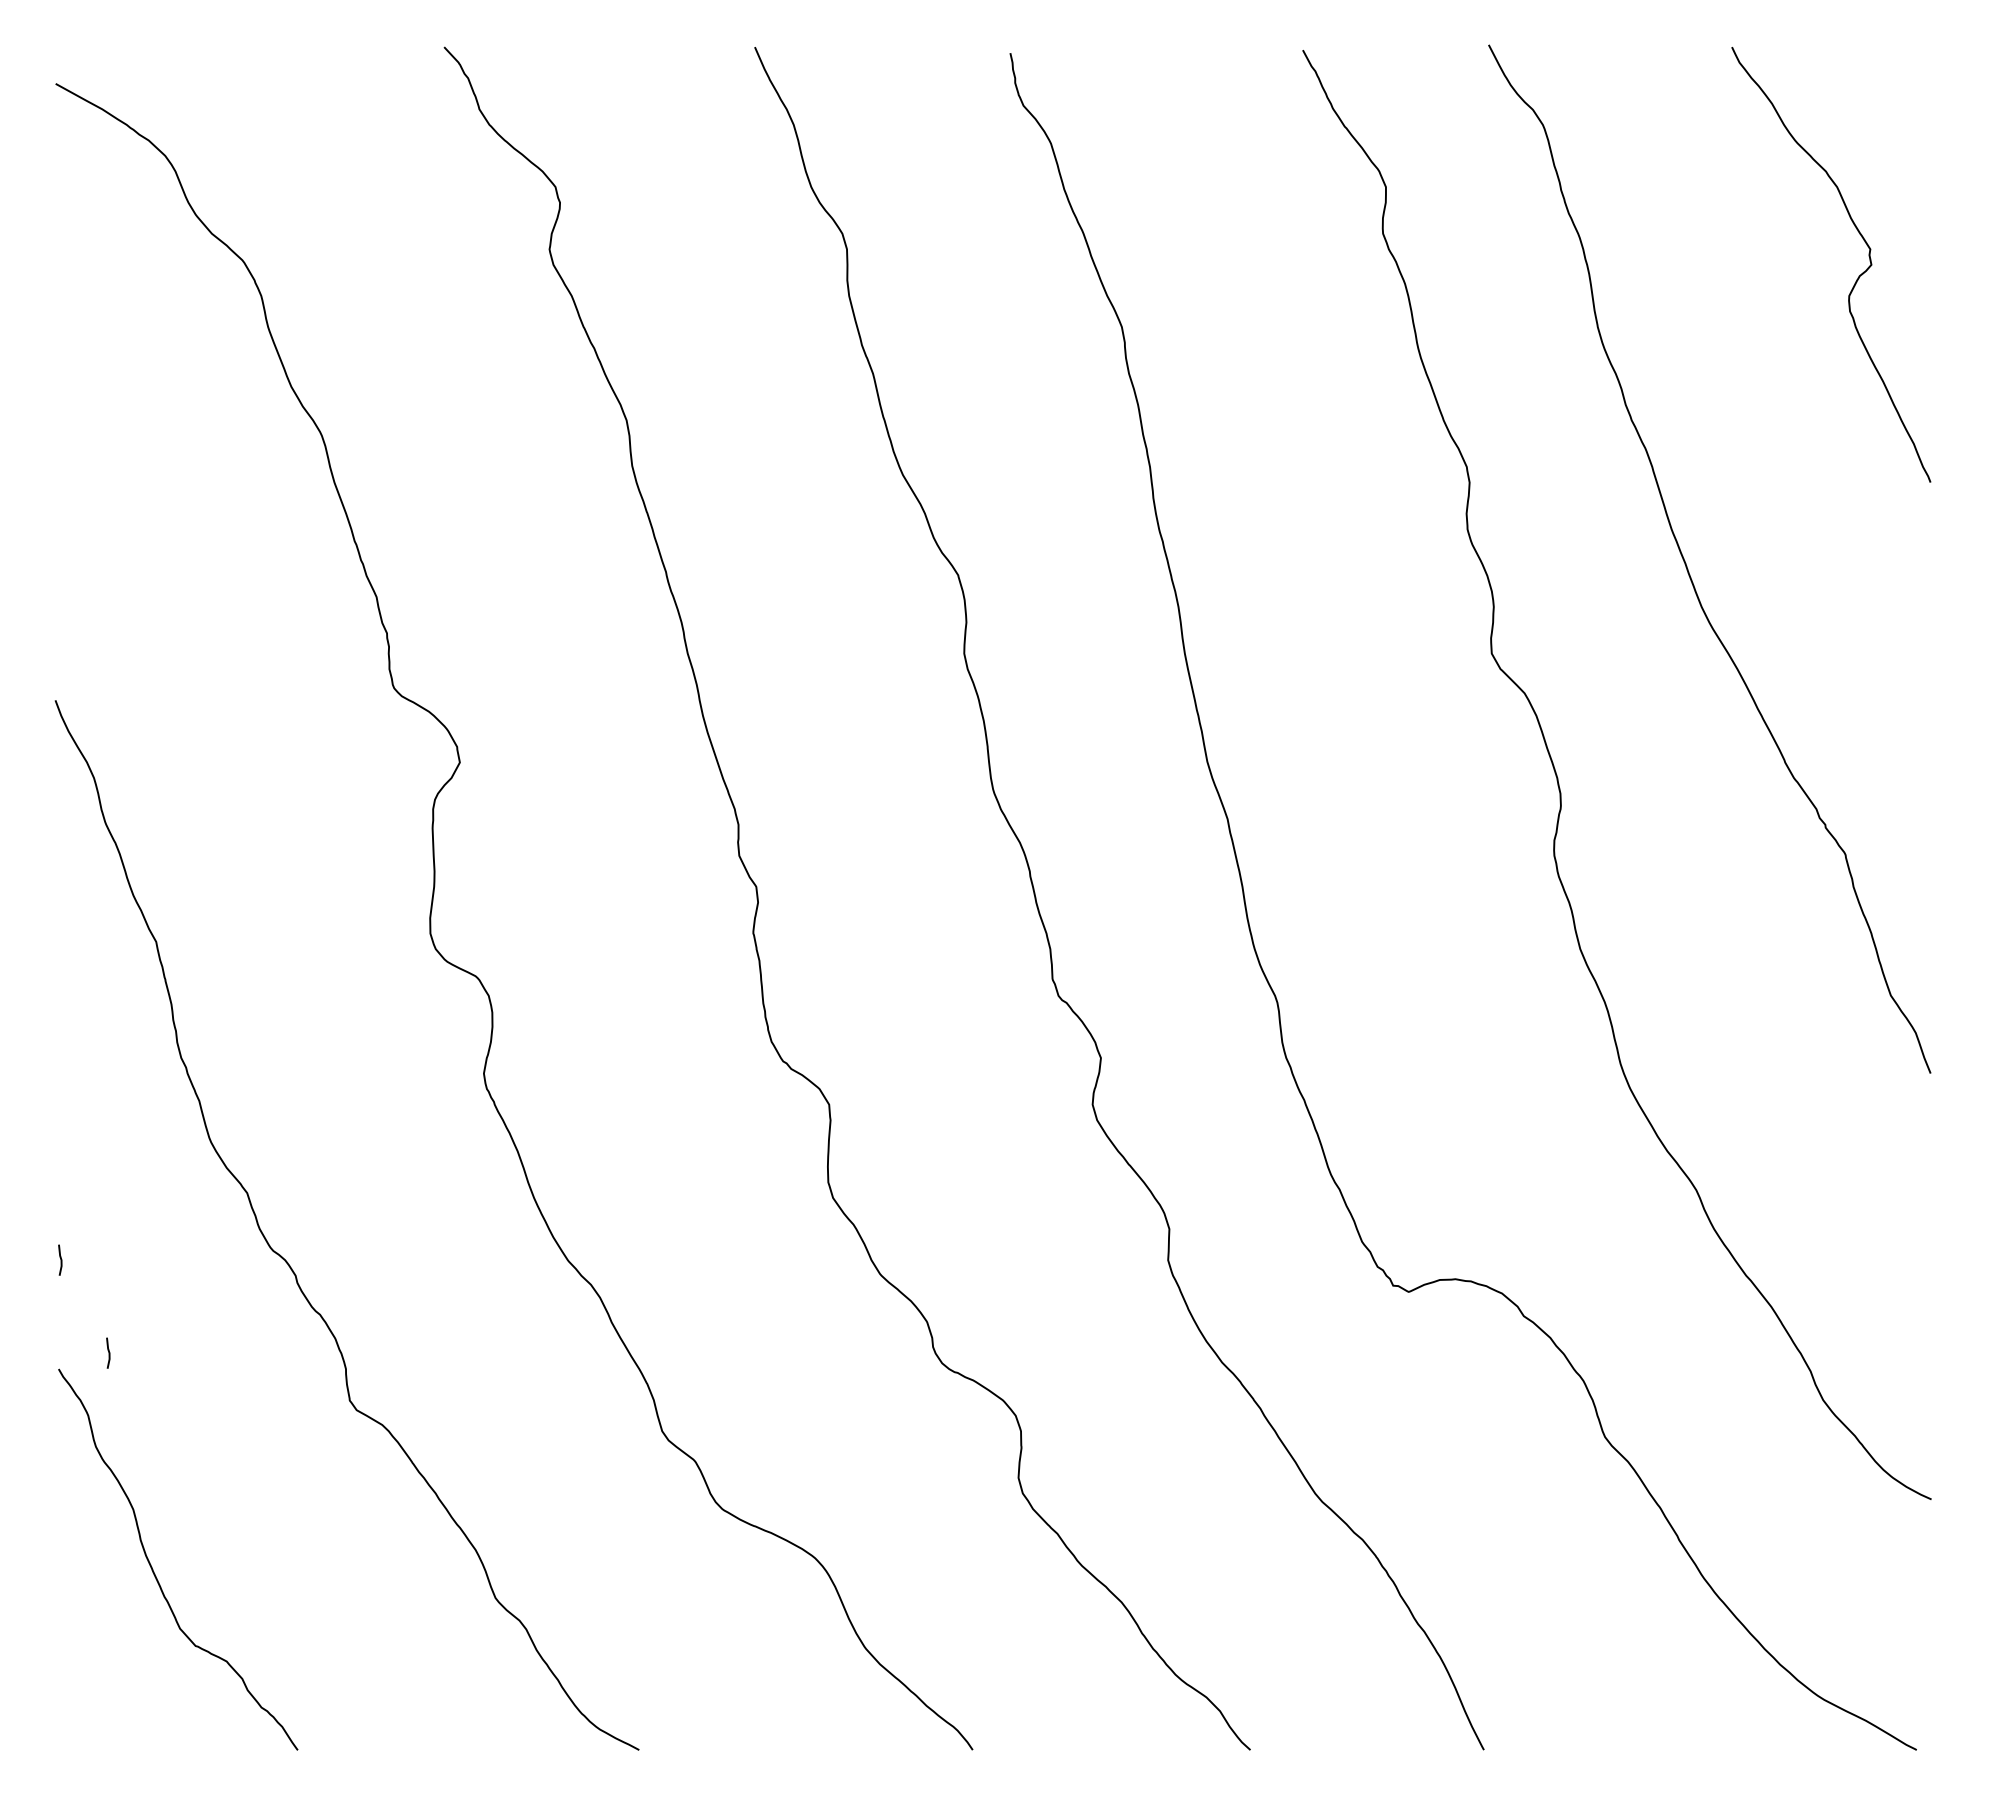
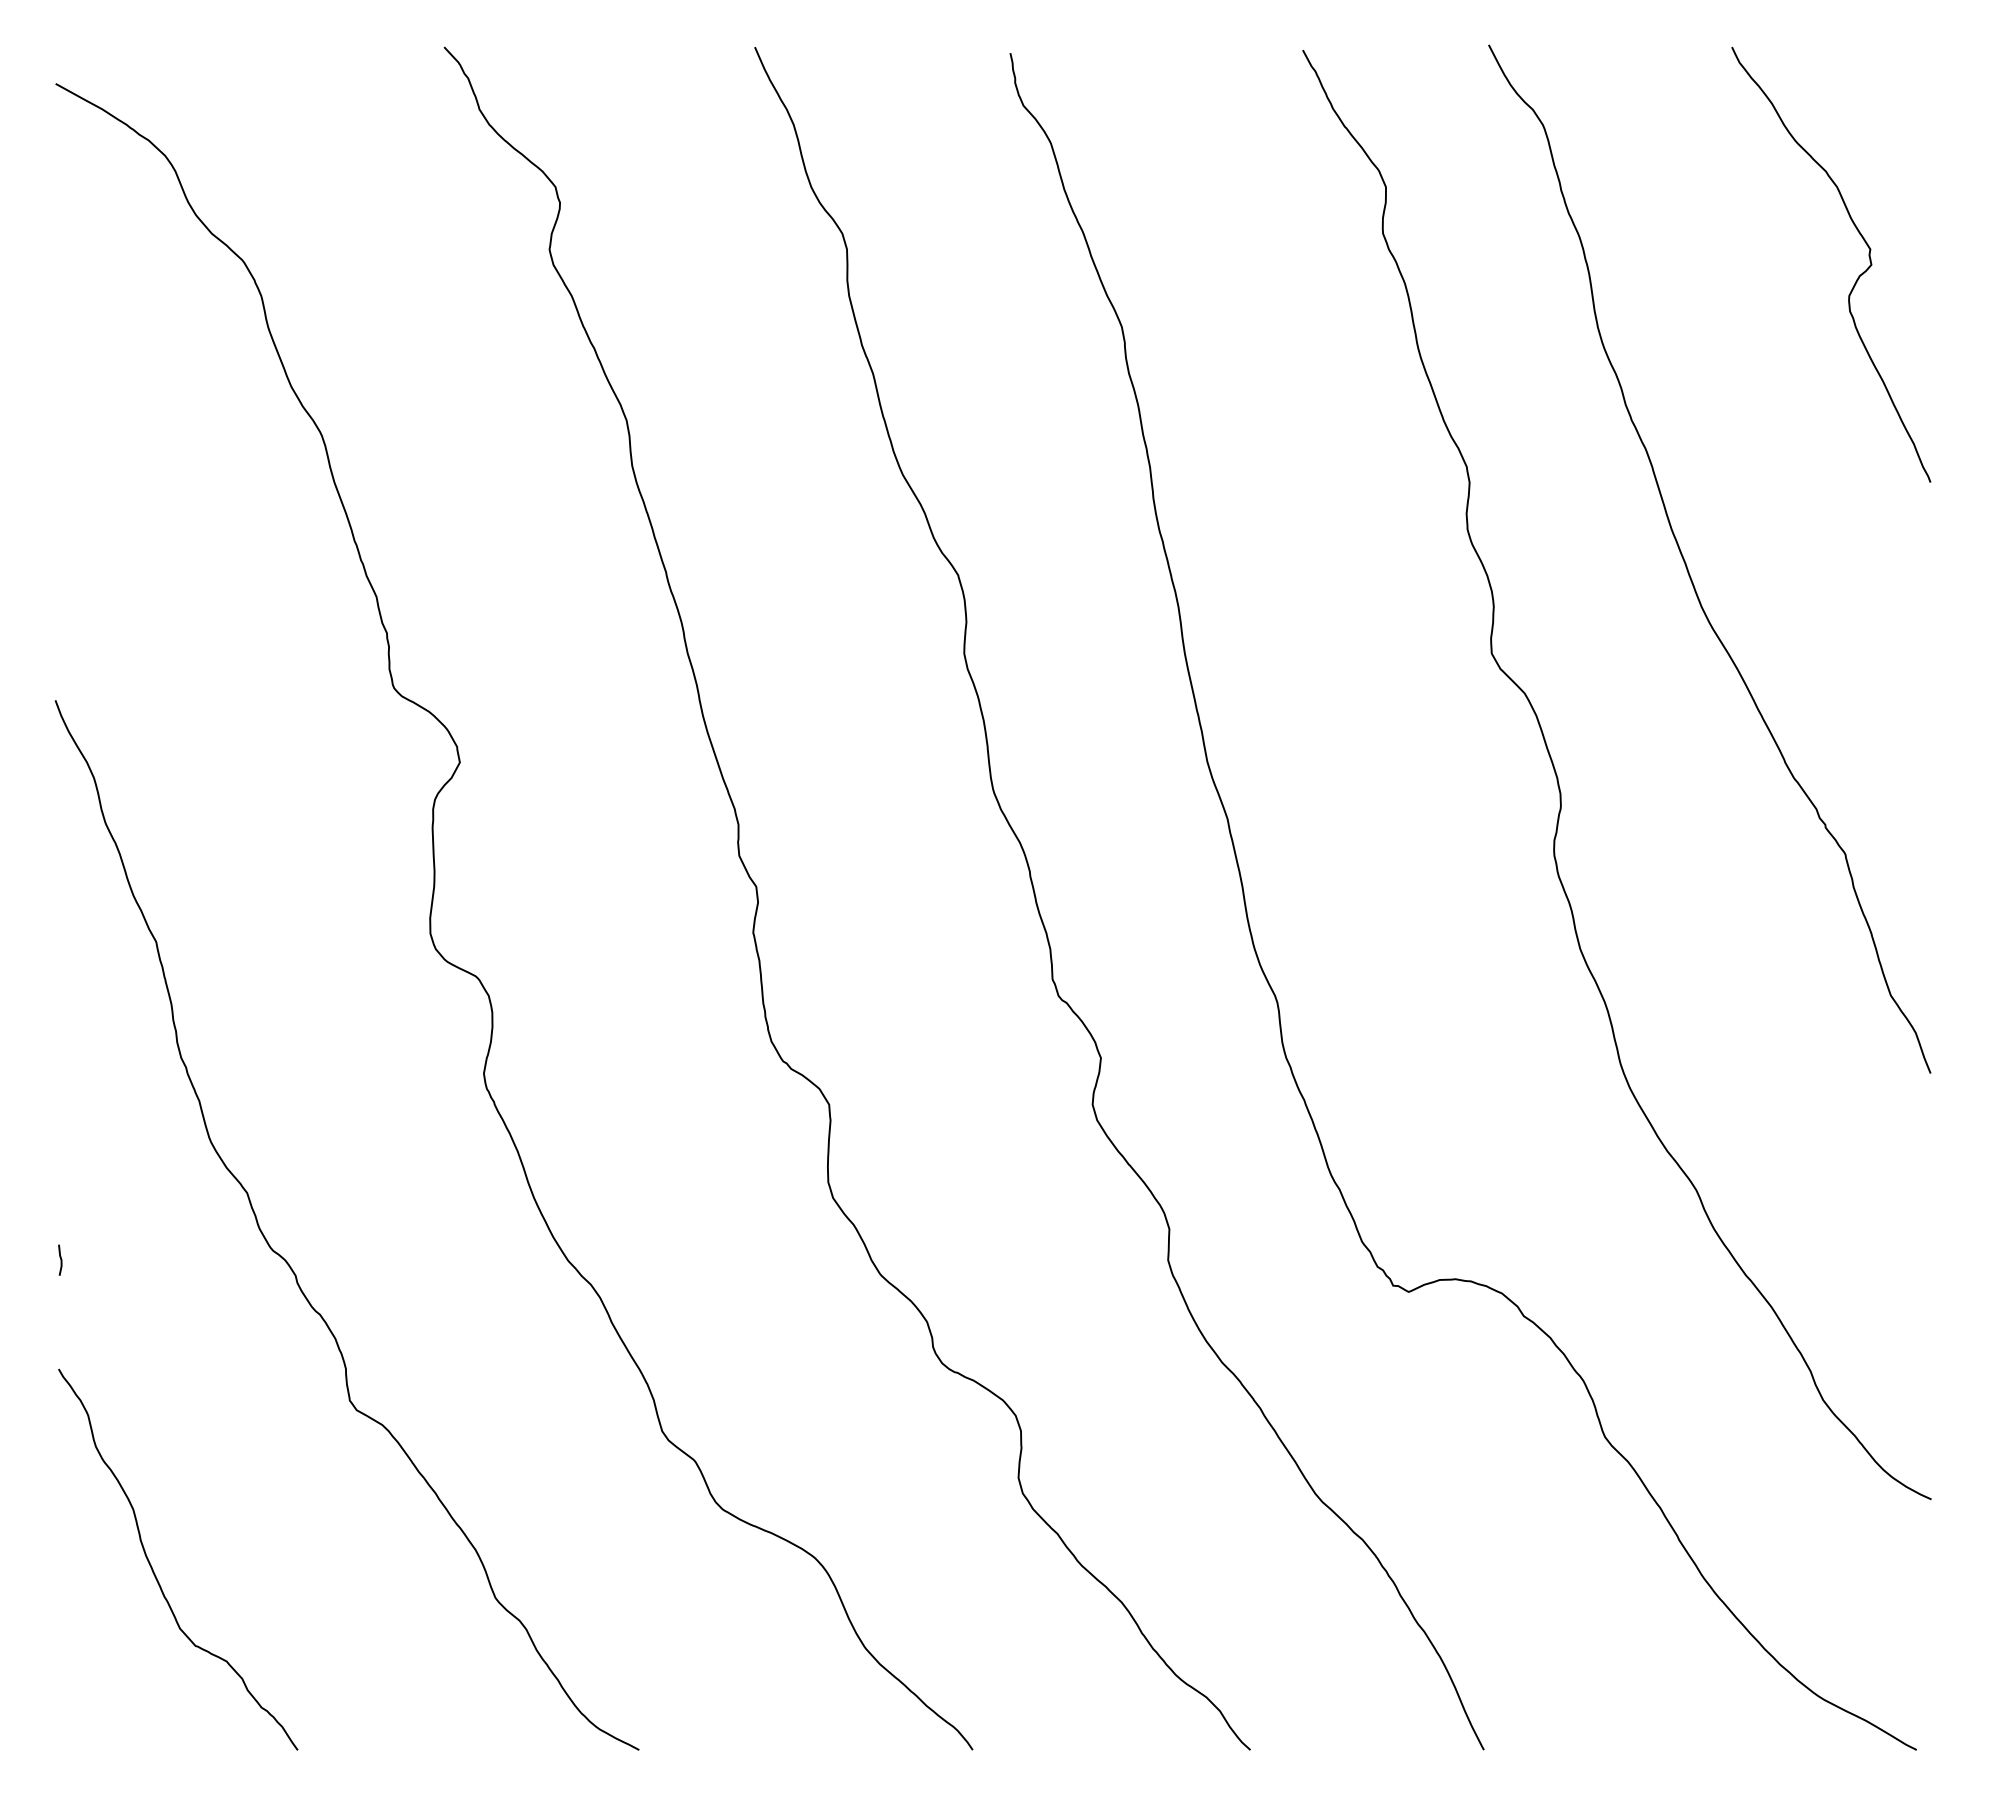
line at (108, 1352): present -> none
